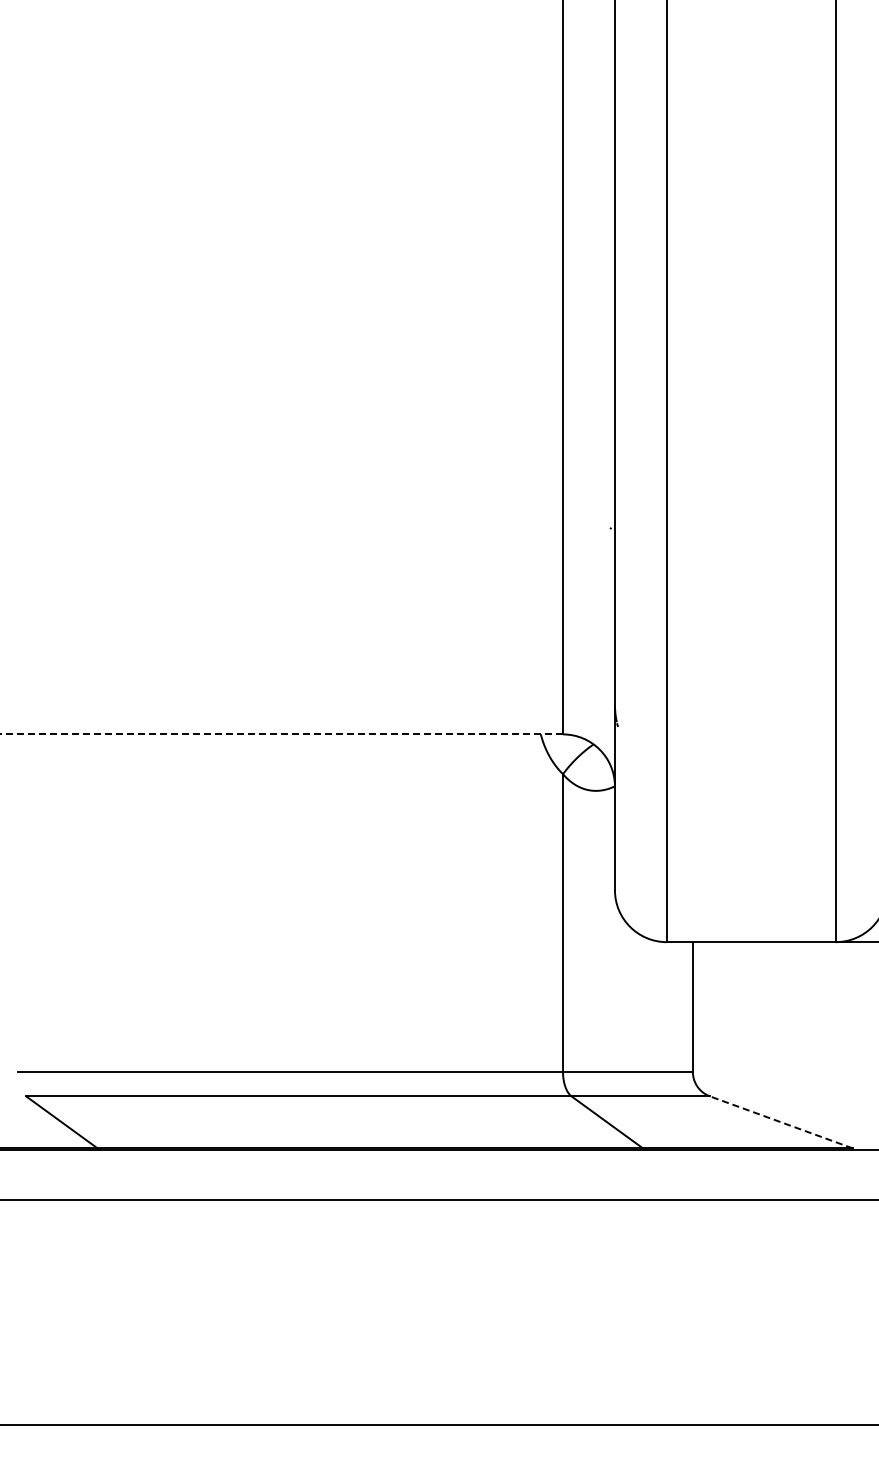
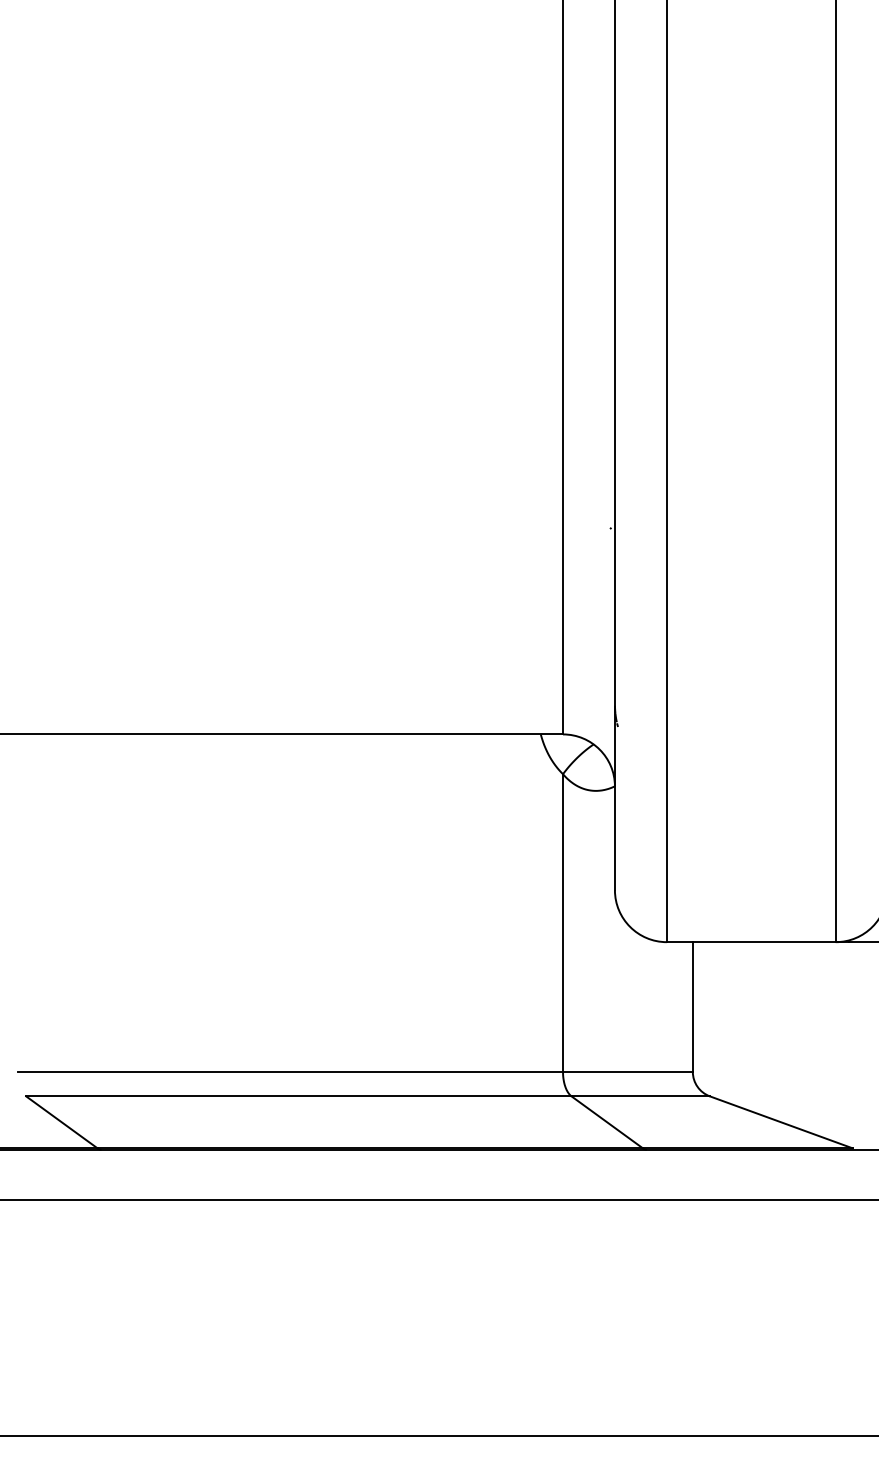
line at (282, 734): dashed -> solid
line at (780, 1122): dashed -> solid
line at (438, 1424) position: (438, 1424) -> (438, 1435)
